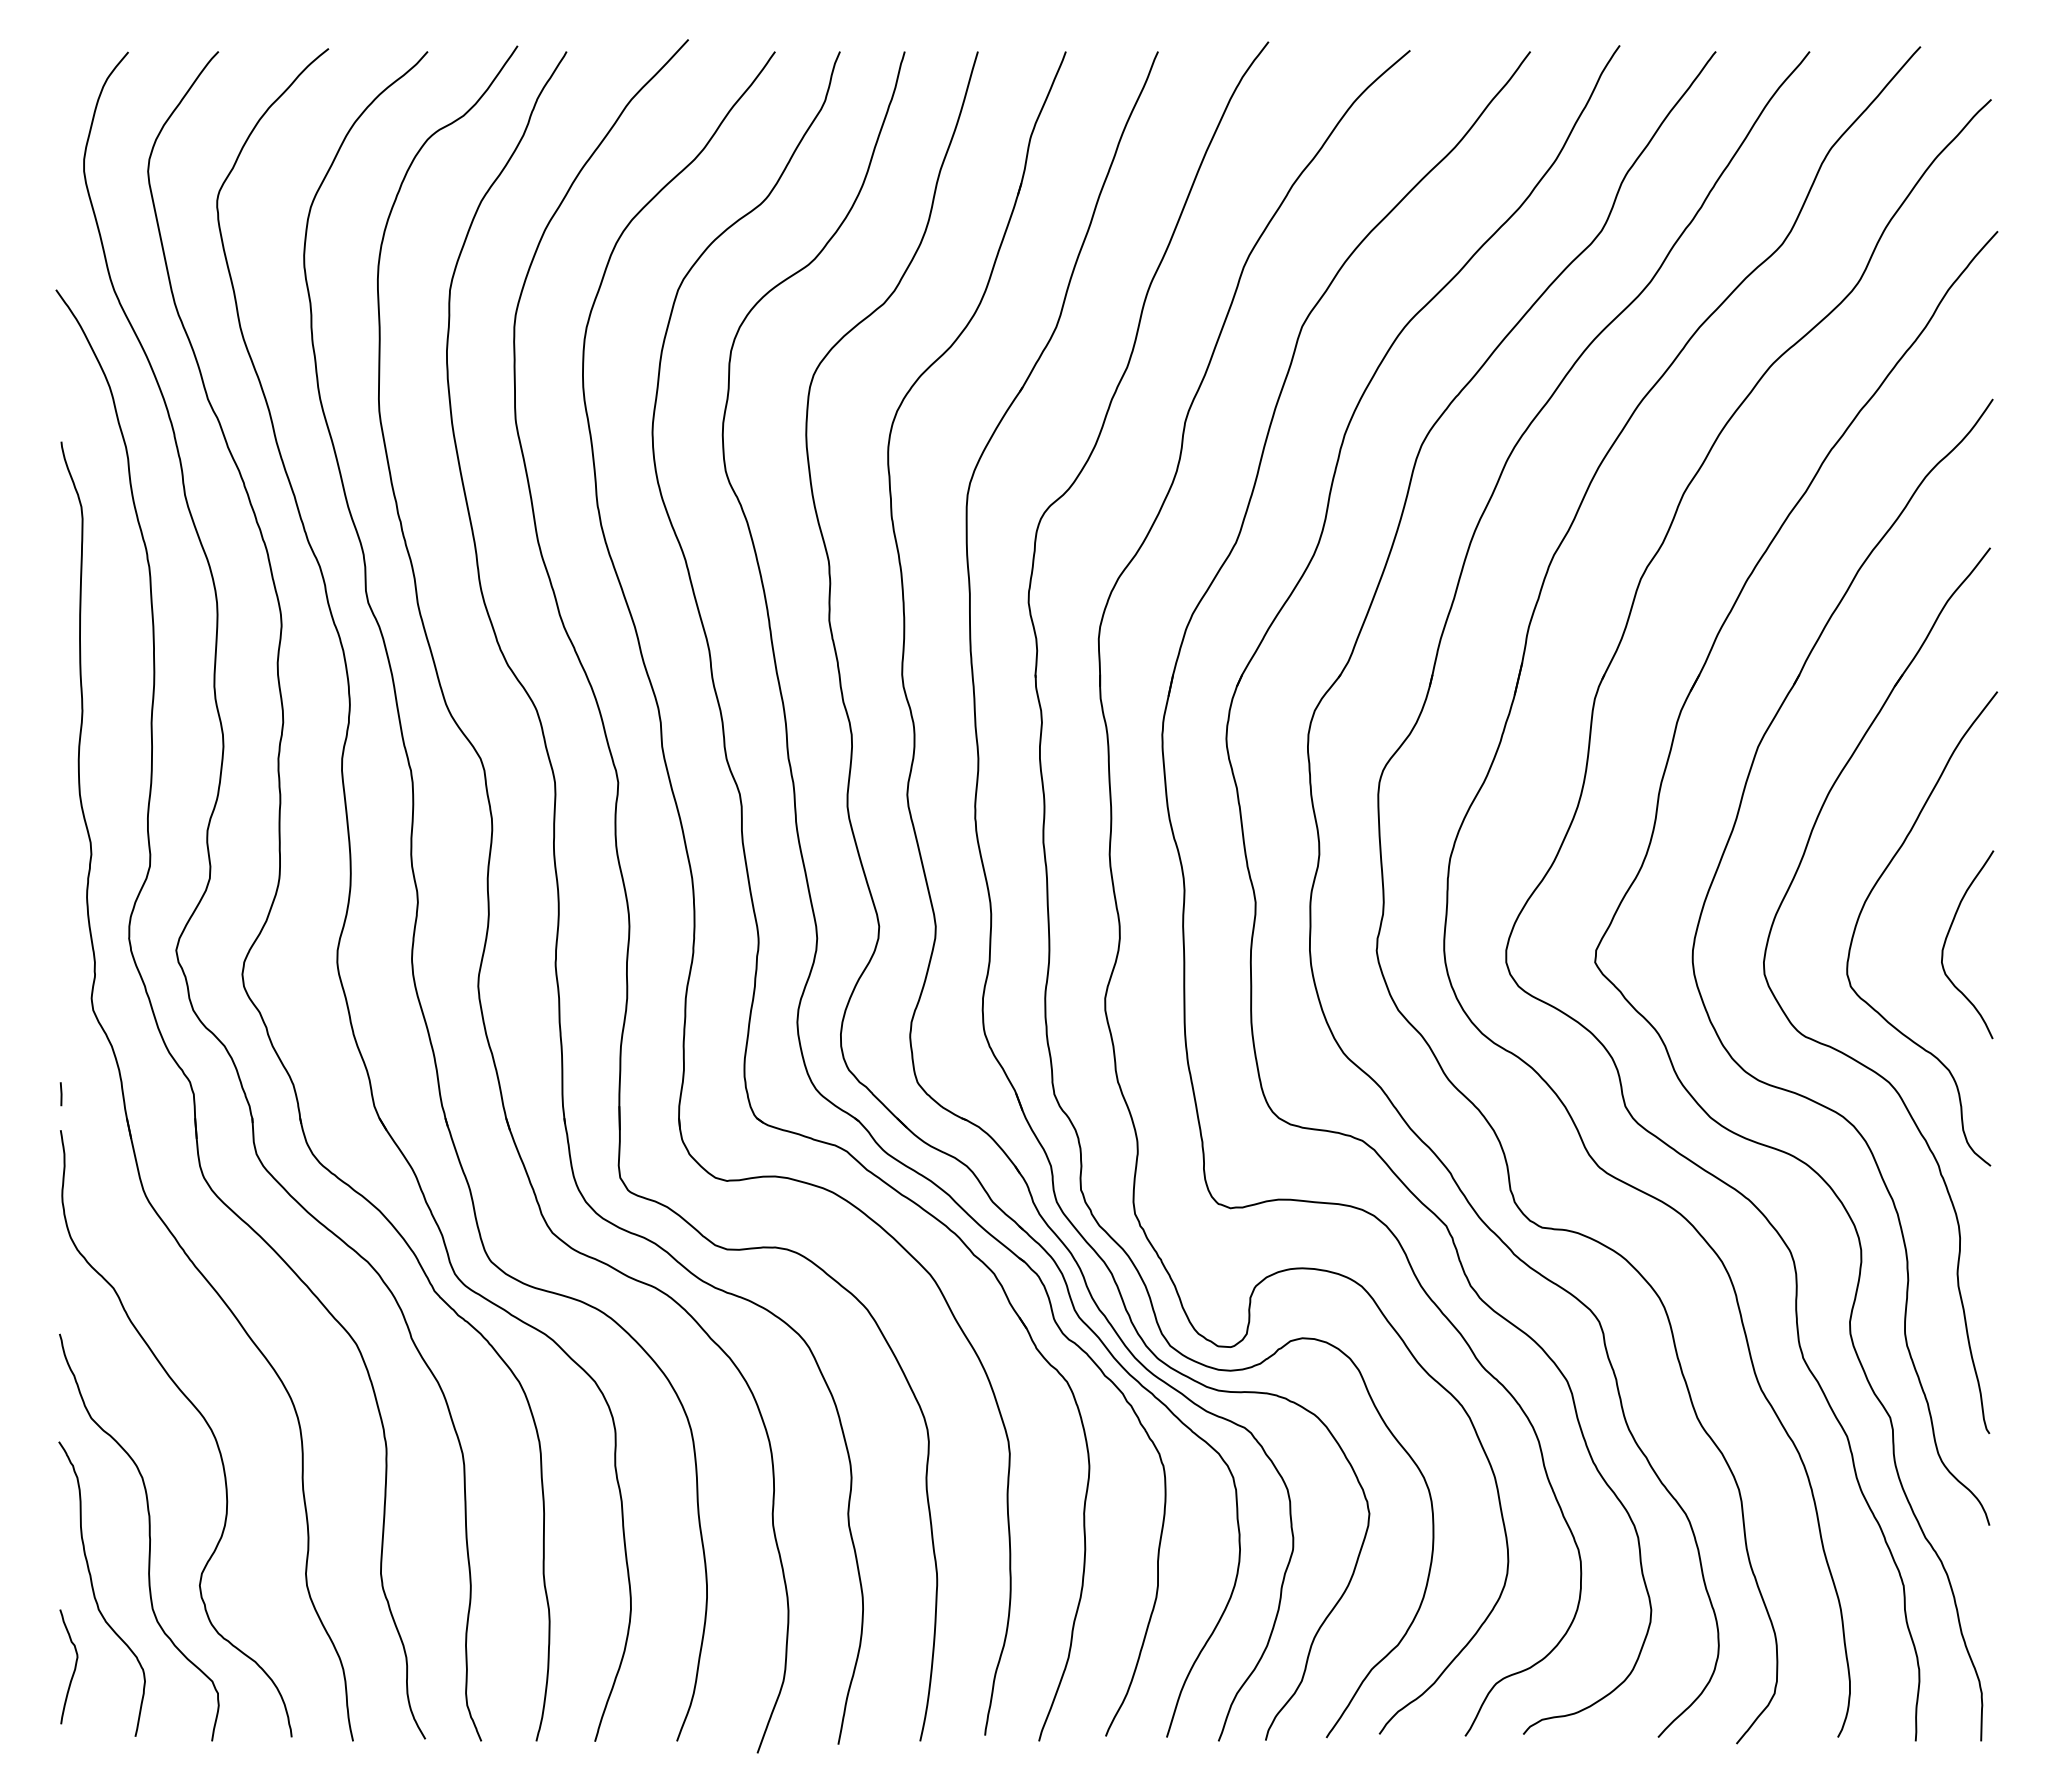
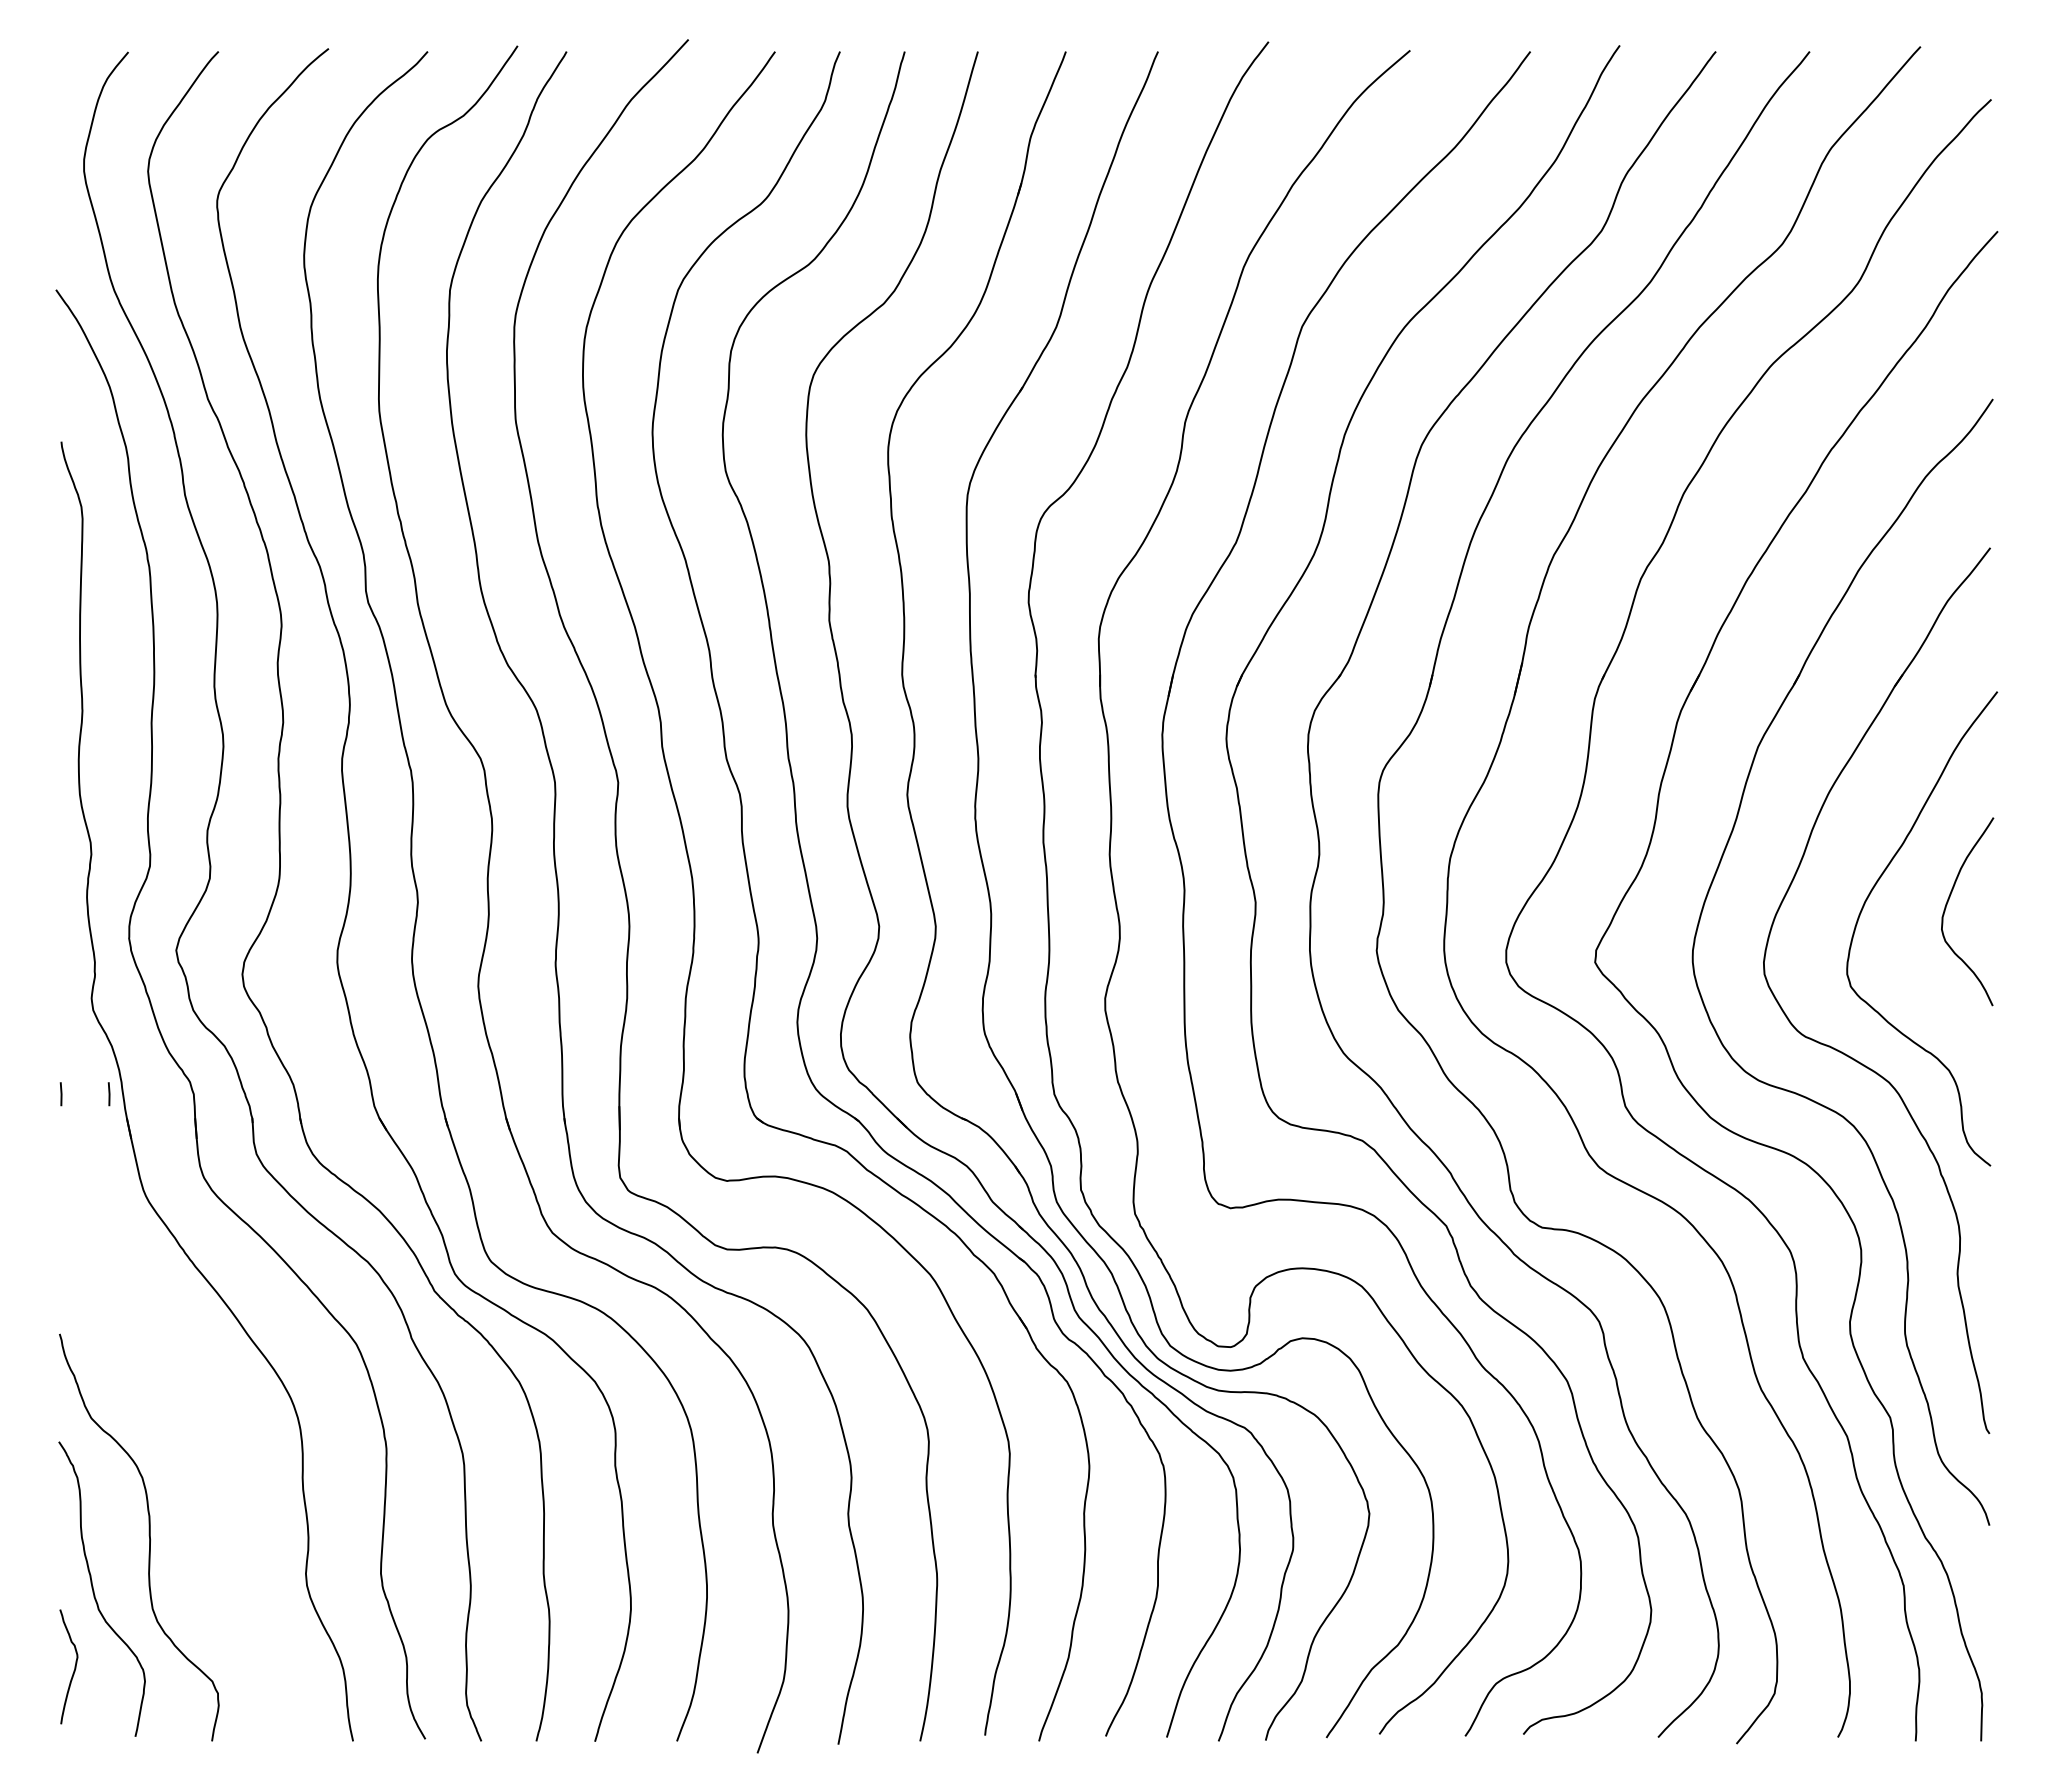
curve at (1947, 938) position: (1947, 938) -> (1947, 905)
line at (108, 1094): none -> present
curve at (200, 1415): present -> none
